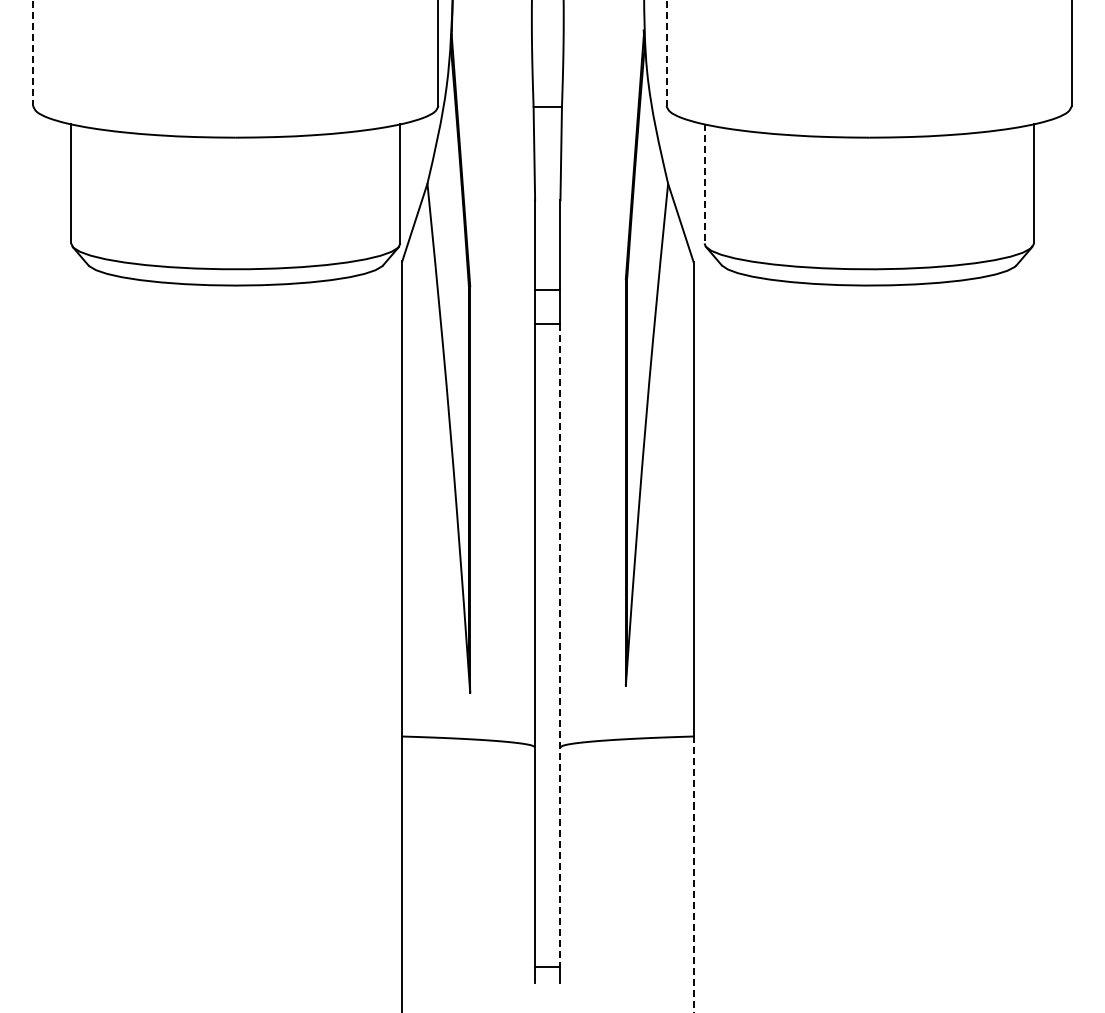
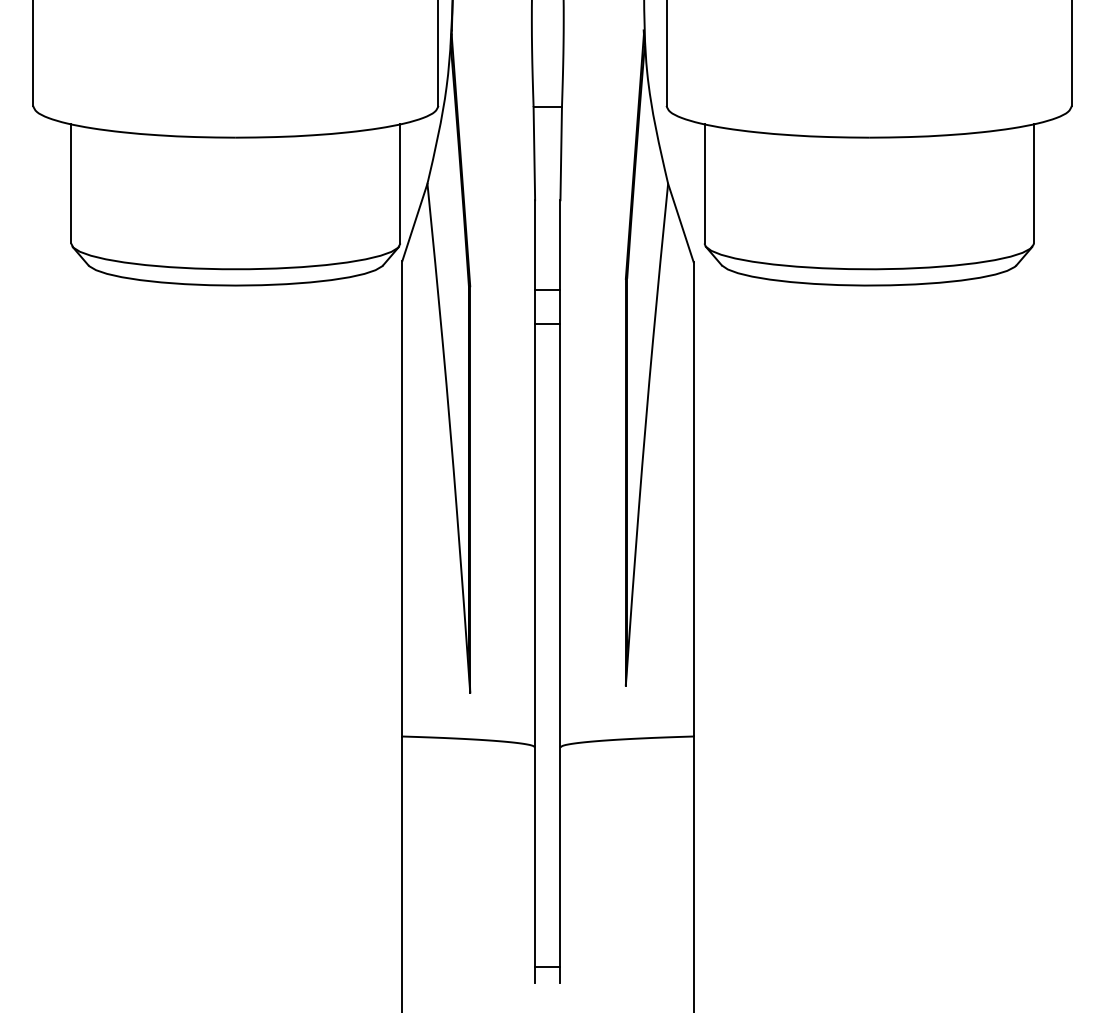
line at (33, 53): dashed -> solid
line at (666, 53): dashed -> solid
line at (704, 183): dashed -> solid
line at (560, 645): dashed -> solid
line at (693, 874): dashed -> solid
